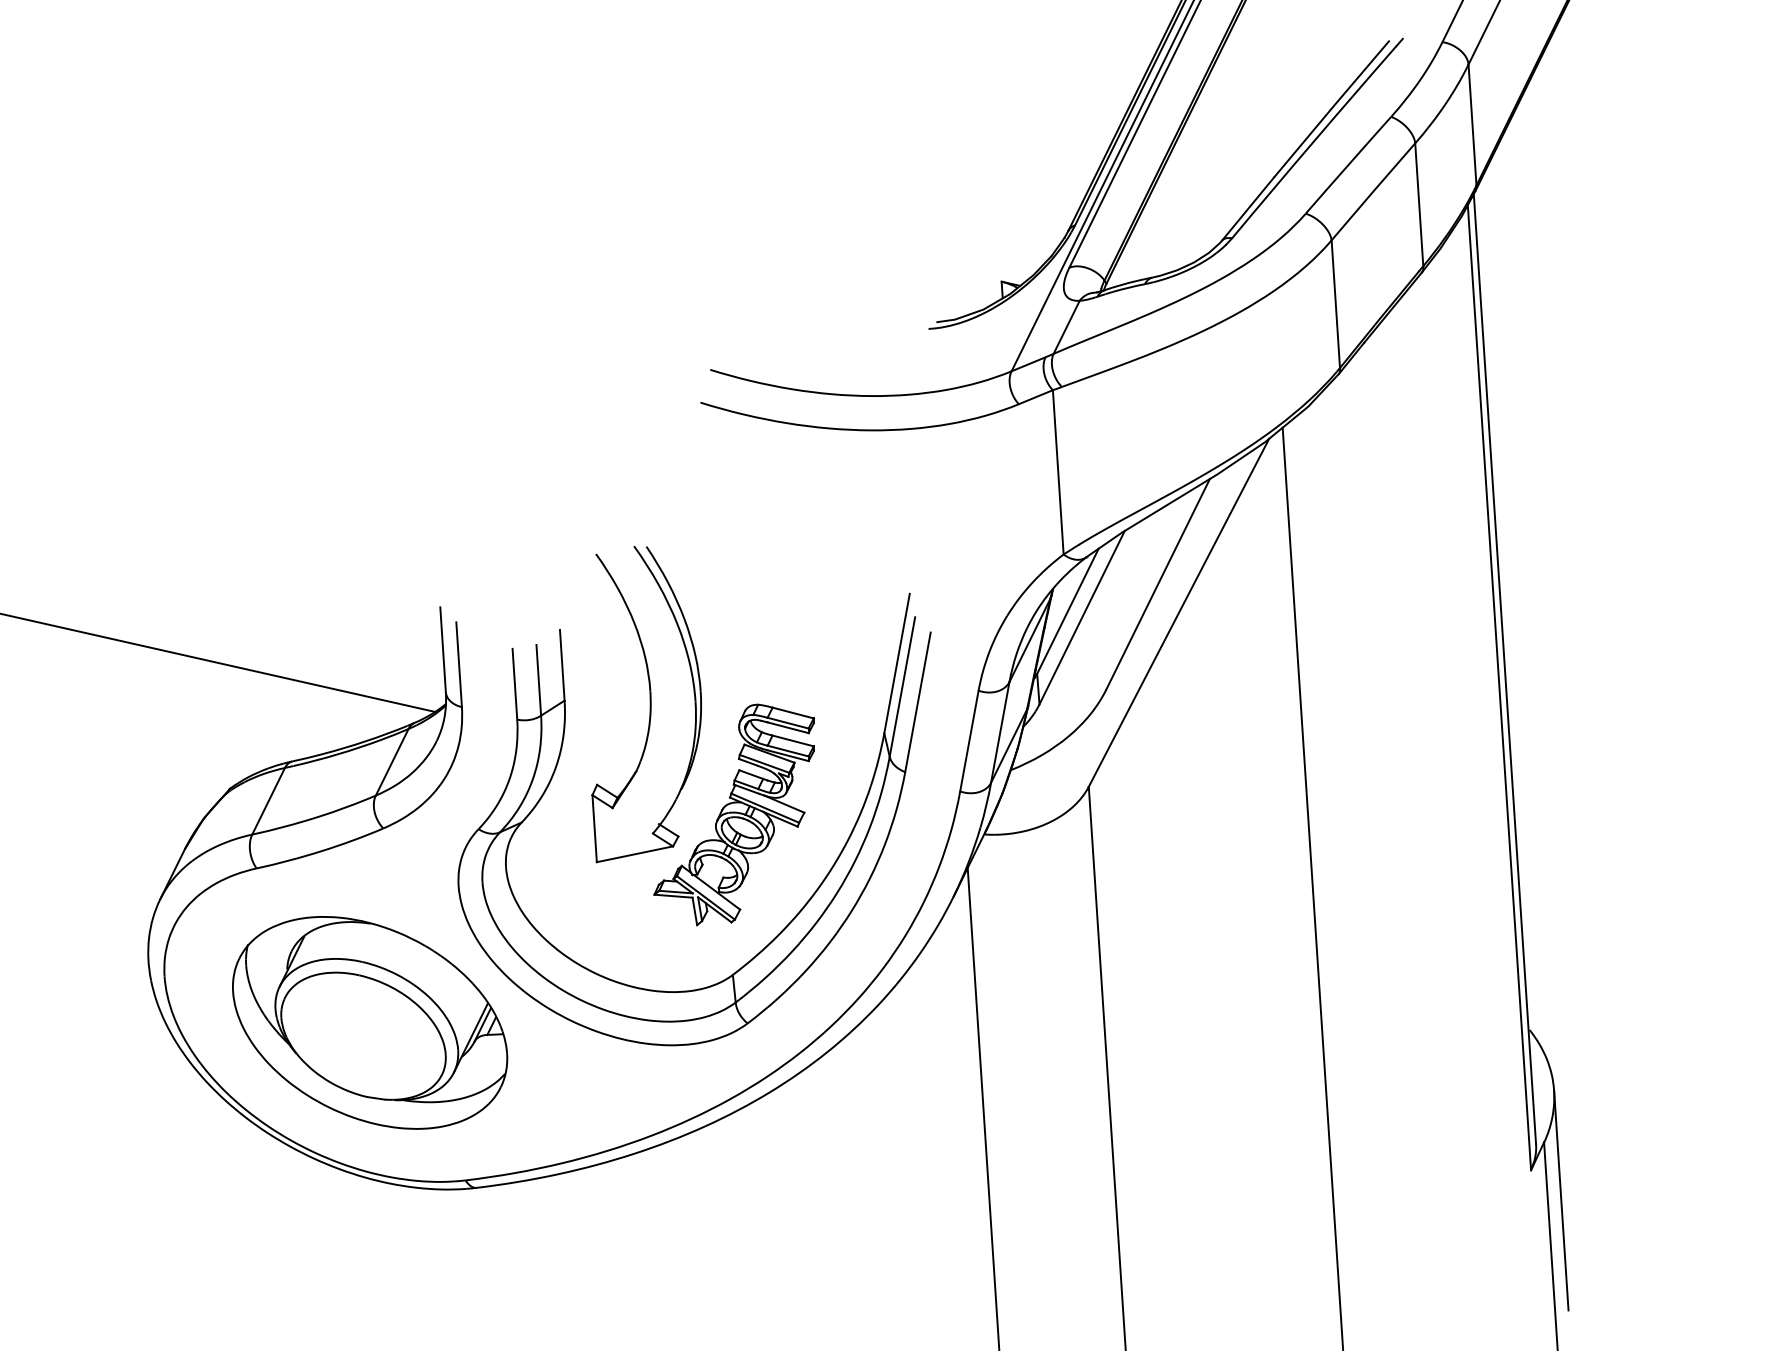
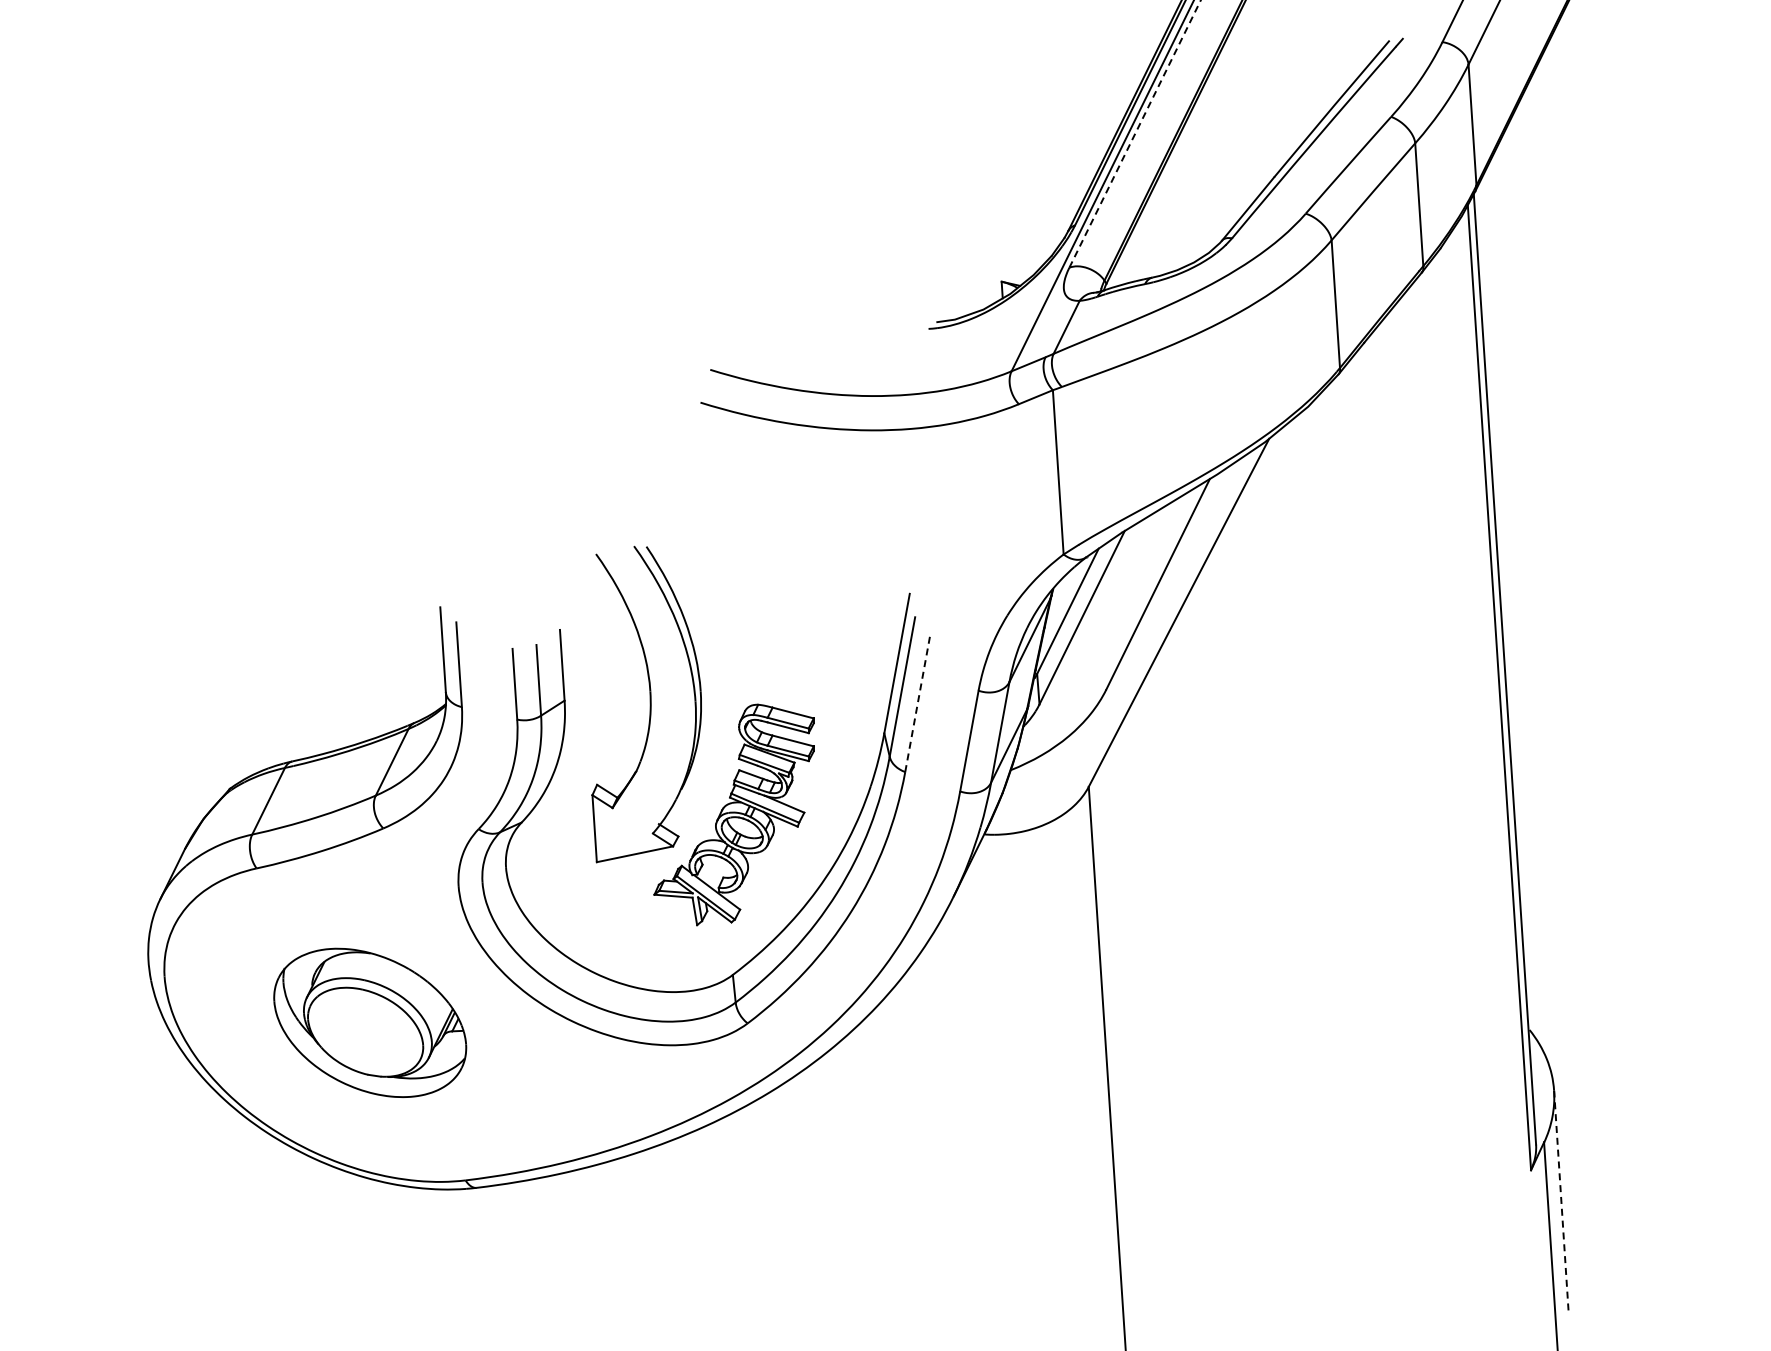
line at (1135, 134): solid -> dashed
line at (218, 662): present -> none
line at (917, 702): solid -> dashed
line at (1312, 887): present -> none
part at (370, 1022) size: 277x214 px -> 195x151 px
line at (983, 1107): present -> none
line at (1561, 1200): solid -> dashed
